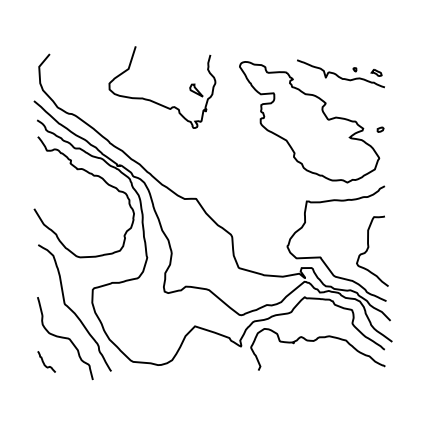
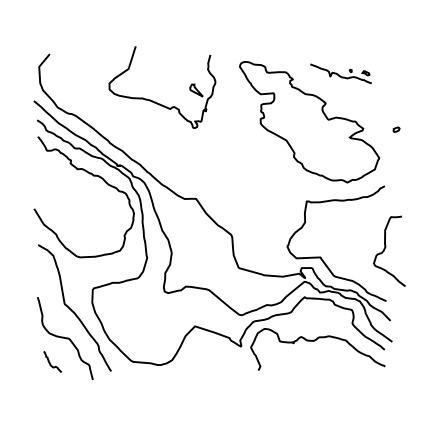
part at (340, 73) size: 88x30 px -> 62x22 px
part at (380, 129) position: (380, 129) -> (396, 129)
curve at (368, 249) position: (368, 249) -> (385, 249)
curve at (44, 362) position: (44, 362) -> (50, 362)
